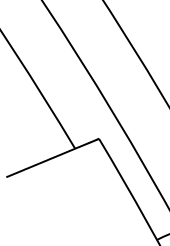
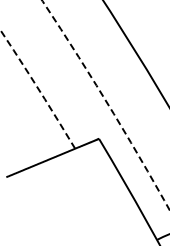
arc at (38, 88): solid -> dashed
arc at (107, 103): solid -> dashed
